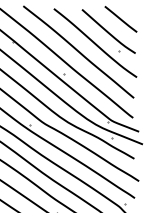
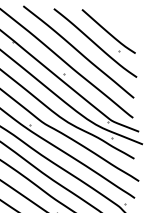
line at (120, 19): present -> none
